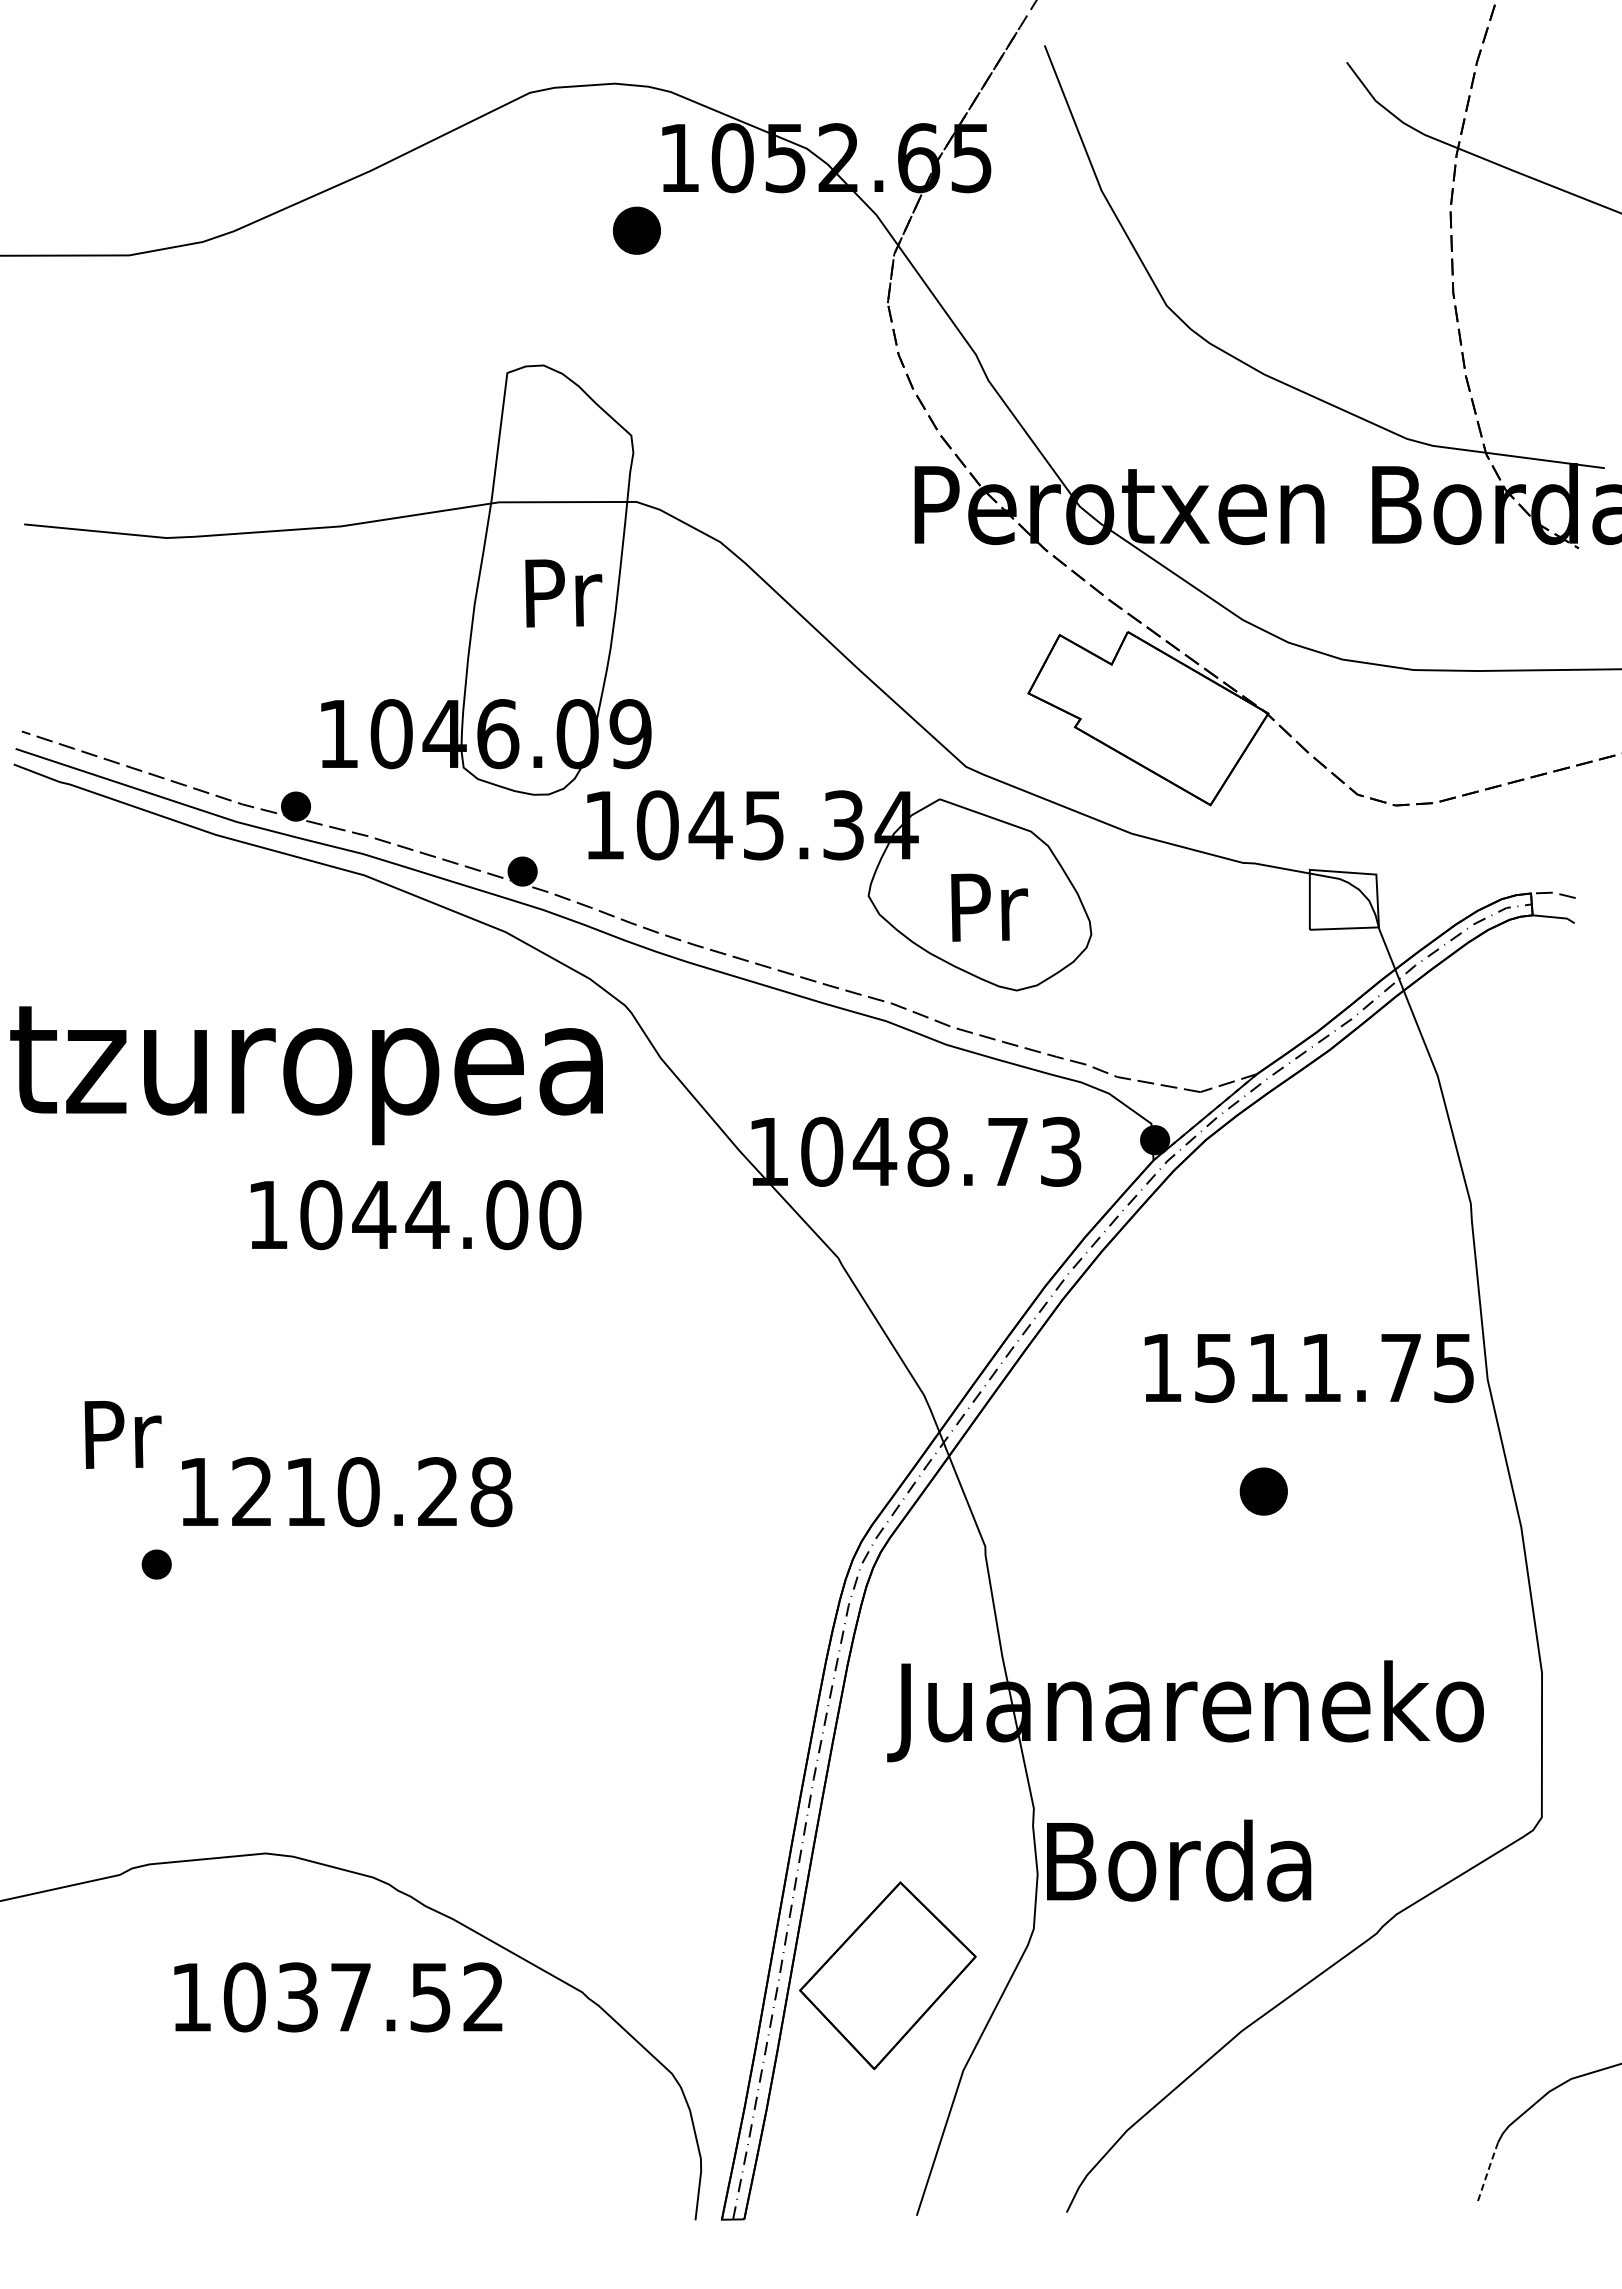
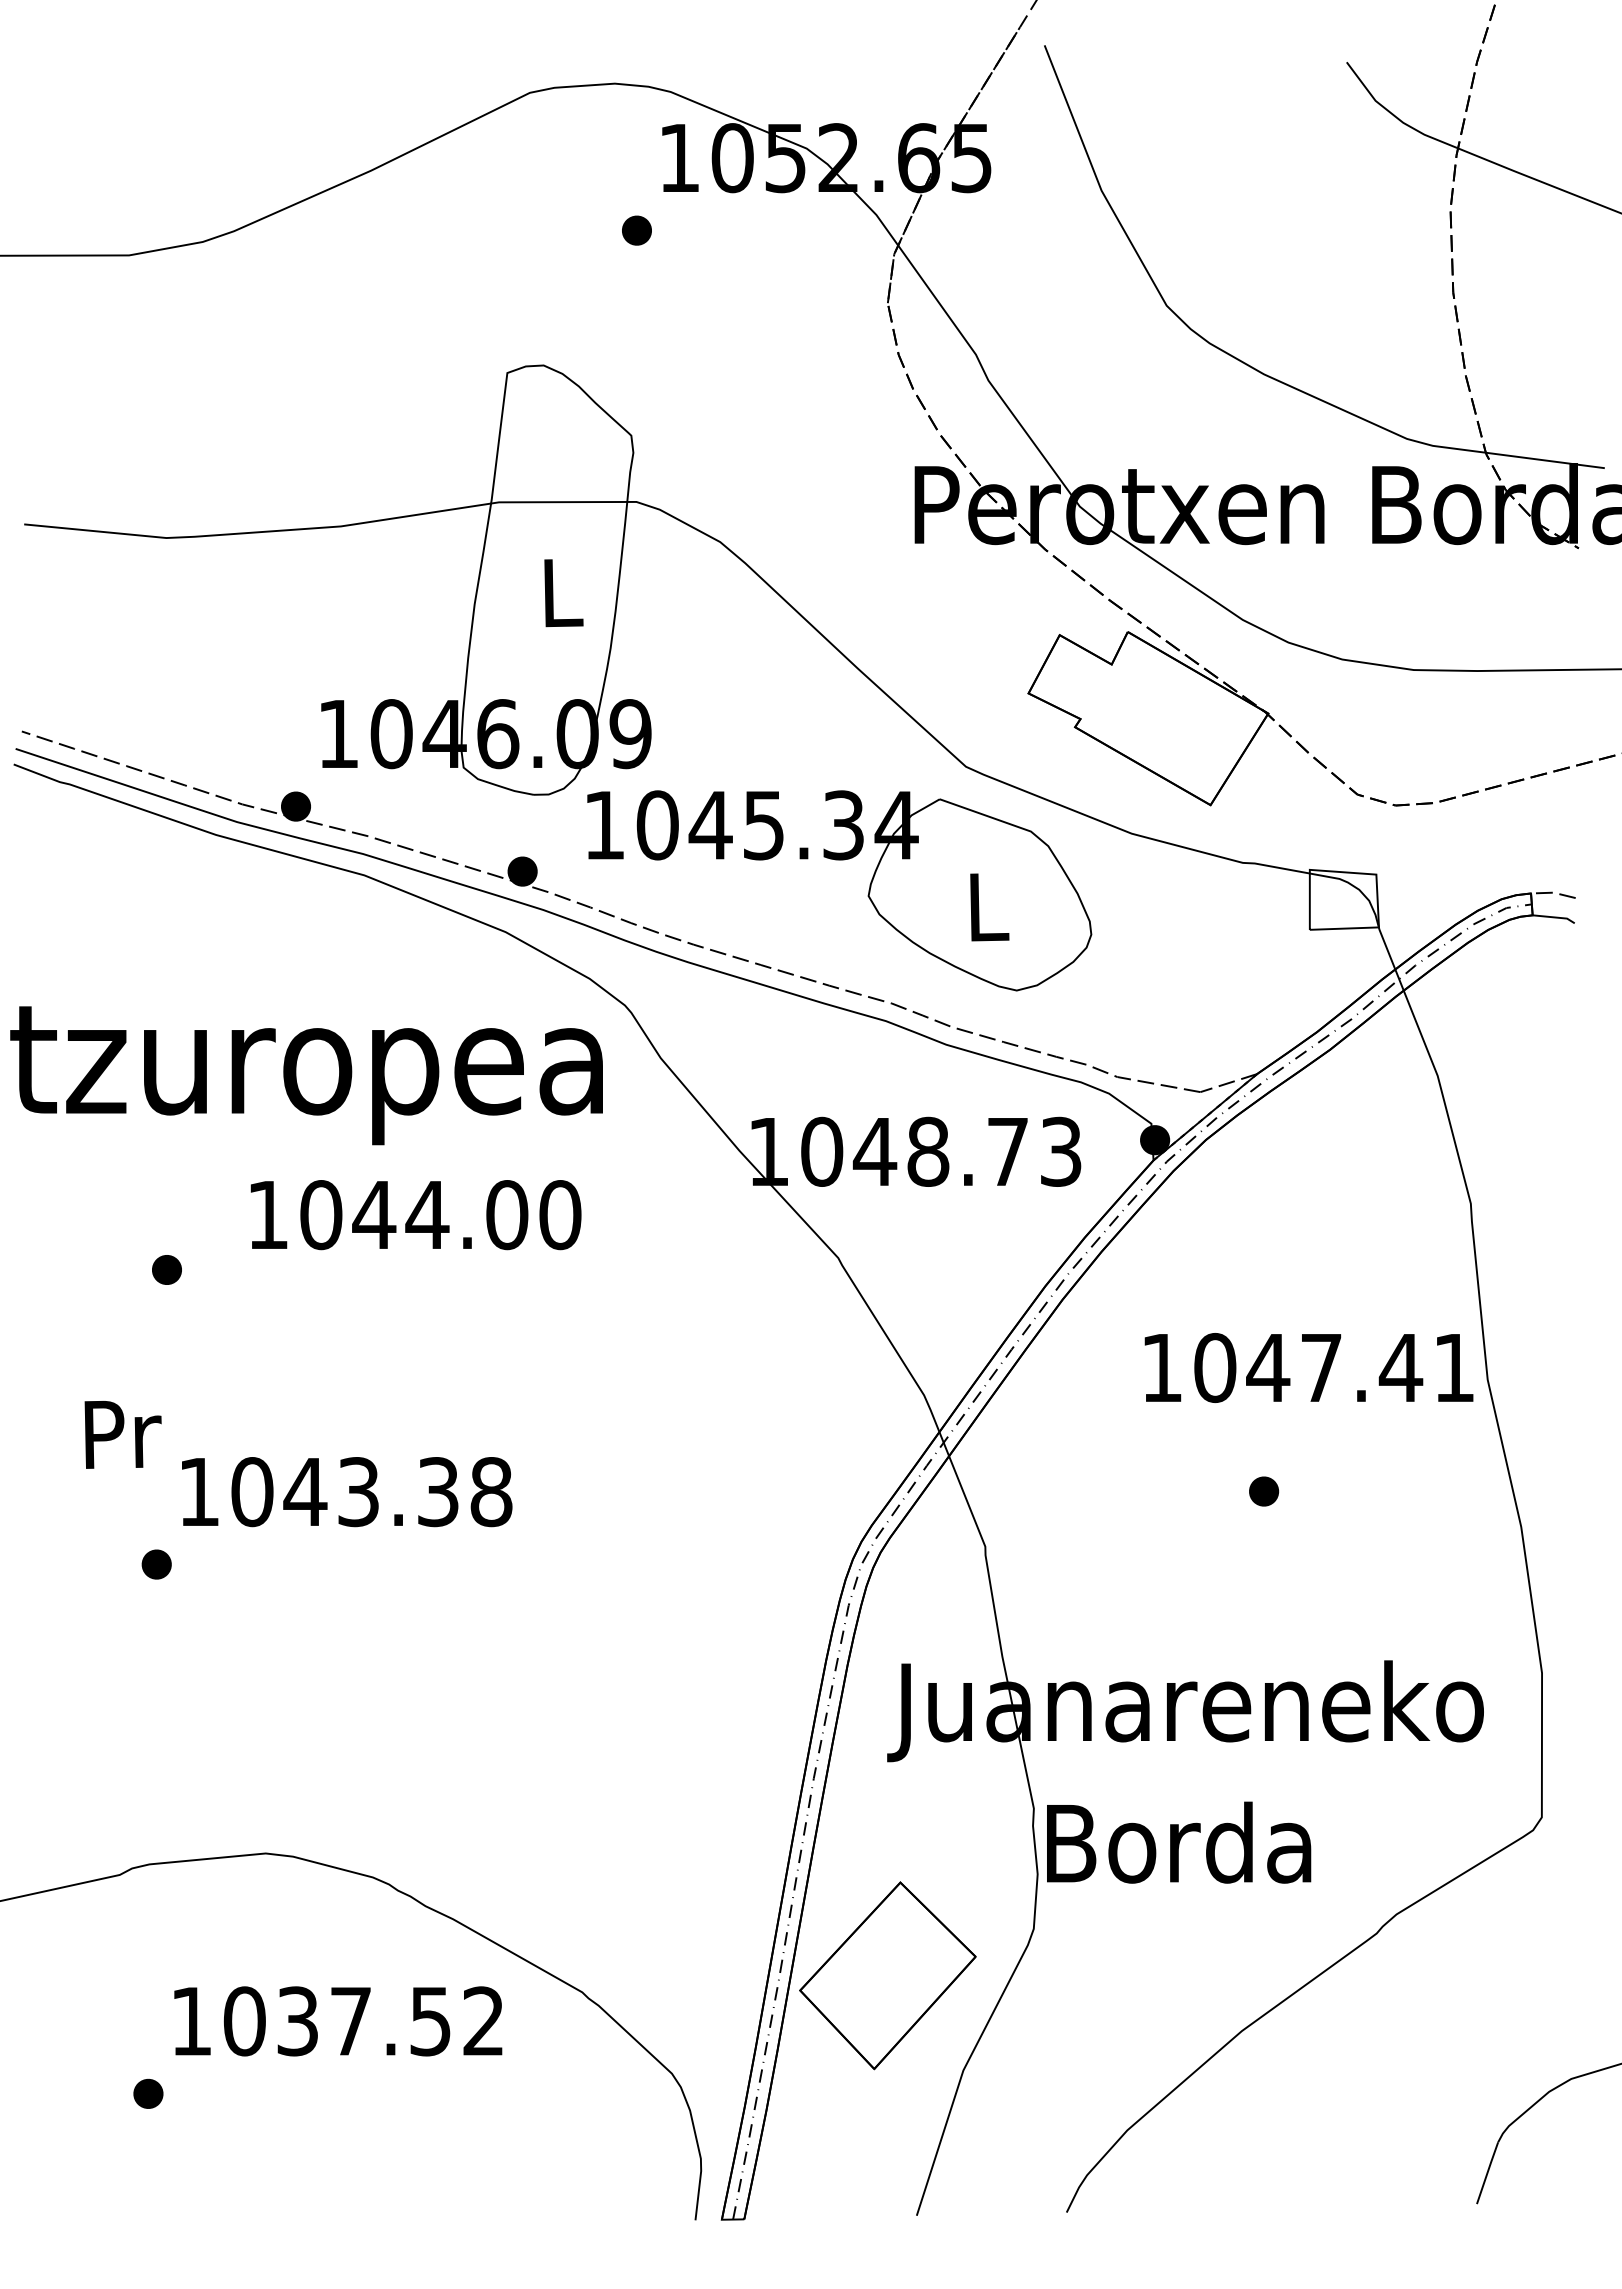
part at (636, 230) size: 48x49 px -> 30x31 px
text at (563, 593): Pr -> L
text at (989, 907): Pr -> L
part at (166, 1269): none -> present
text at (1333, 1367): 1511.75 -> 1047.41
part at (1263, 1491) size: 49x49 px -> 31x31 px
text at (344, 1492): 1210.28 -> 1043.38
text at (1179, 1860) position: (1179, 1860) -> (1179, 1842)
text at (338, 1997) position: (338, 1997) -> (338, 2021)
part at (148, 2093): none -> present
line at (1487, 2172): dashed -> solid
